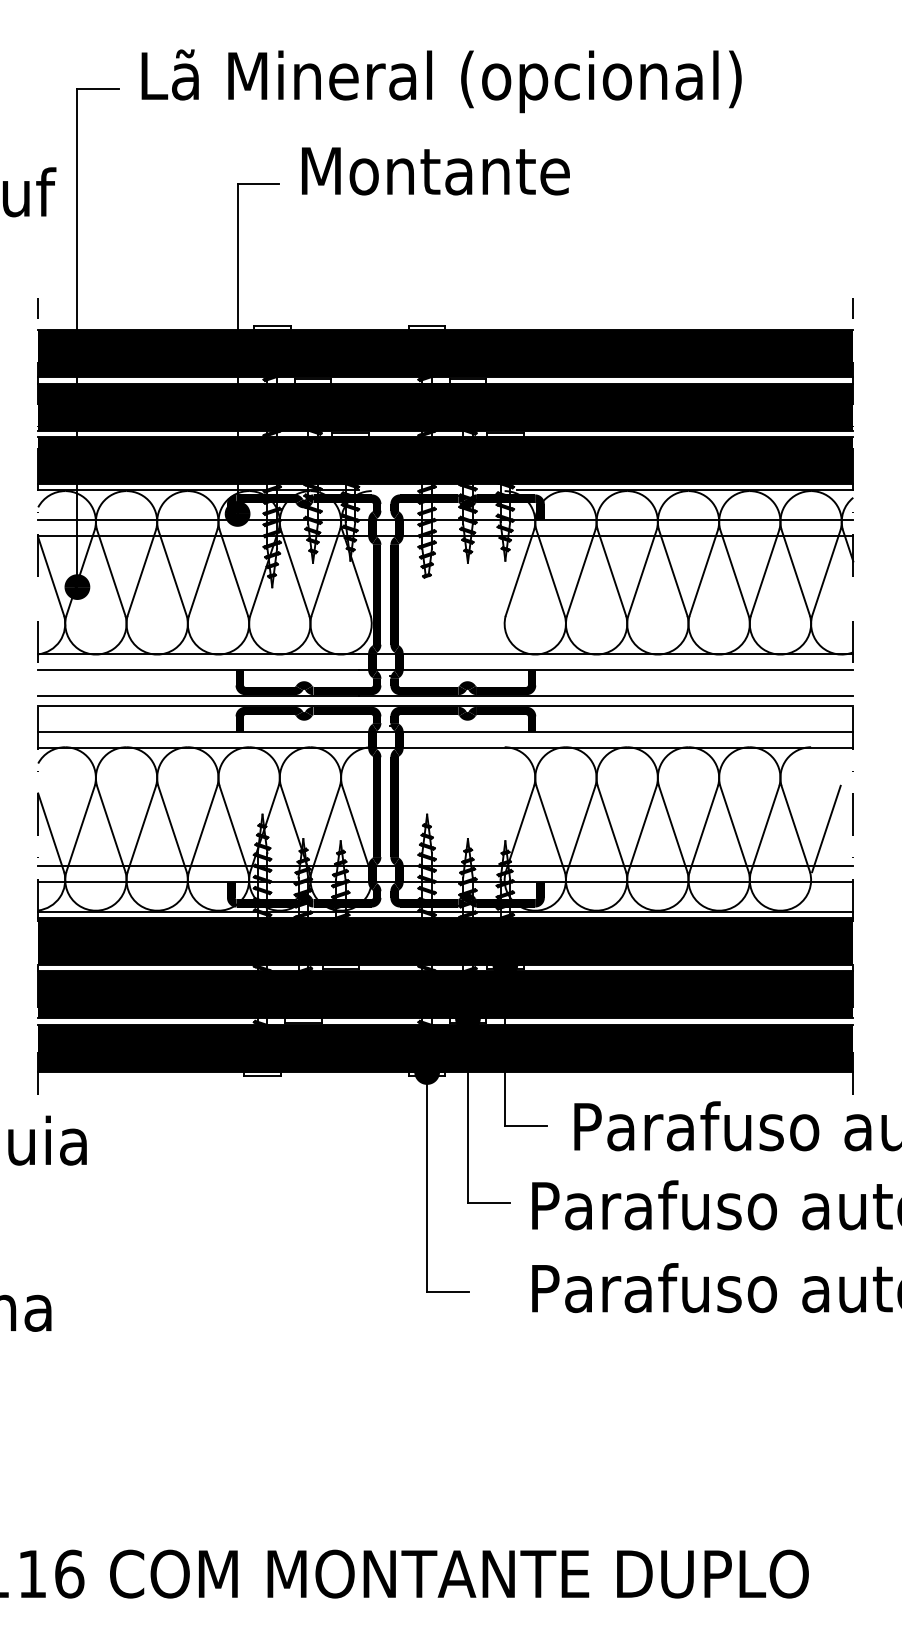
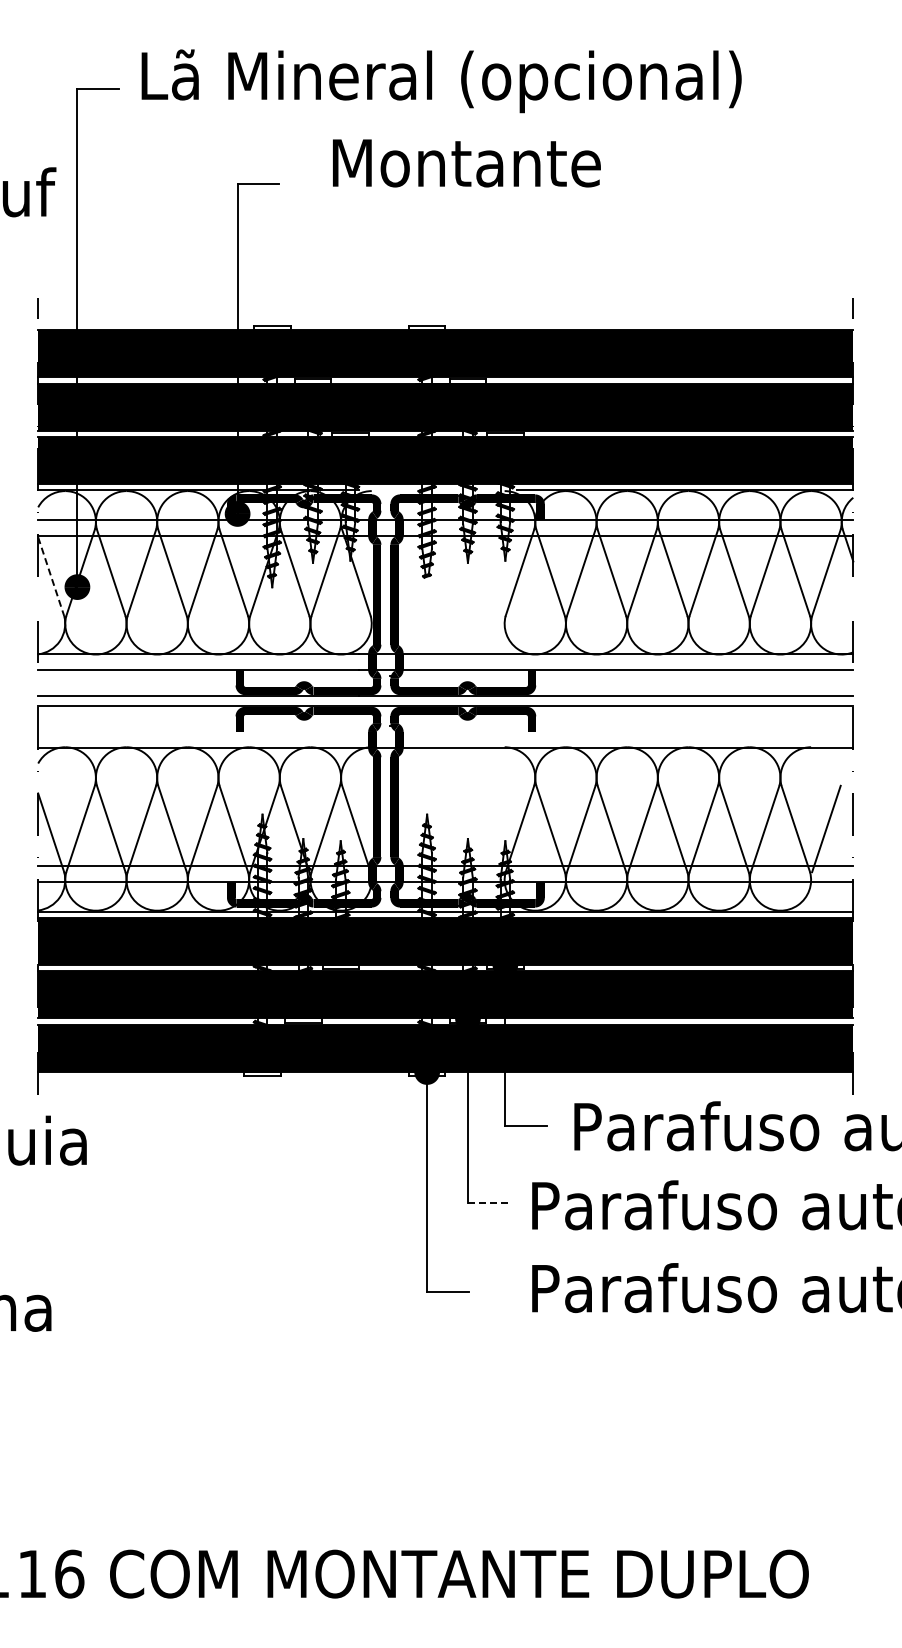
text at (435, 171) position: (435, 171) -> (466, 163)
line at (51, 577): solid -> dashed
line at (445, 732): present -> none
line at (488, 1203): solid -> dashed
